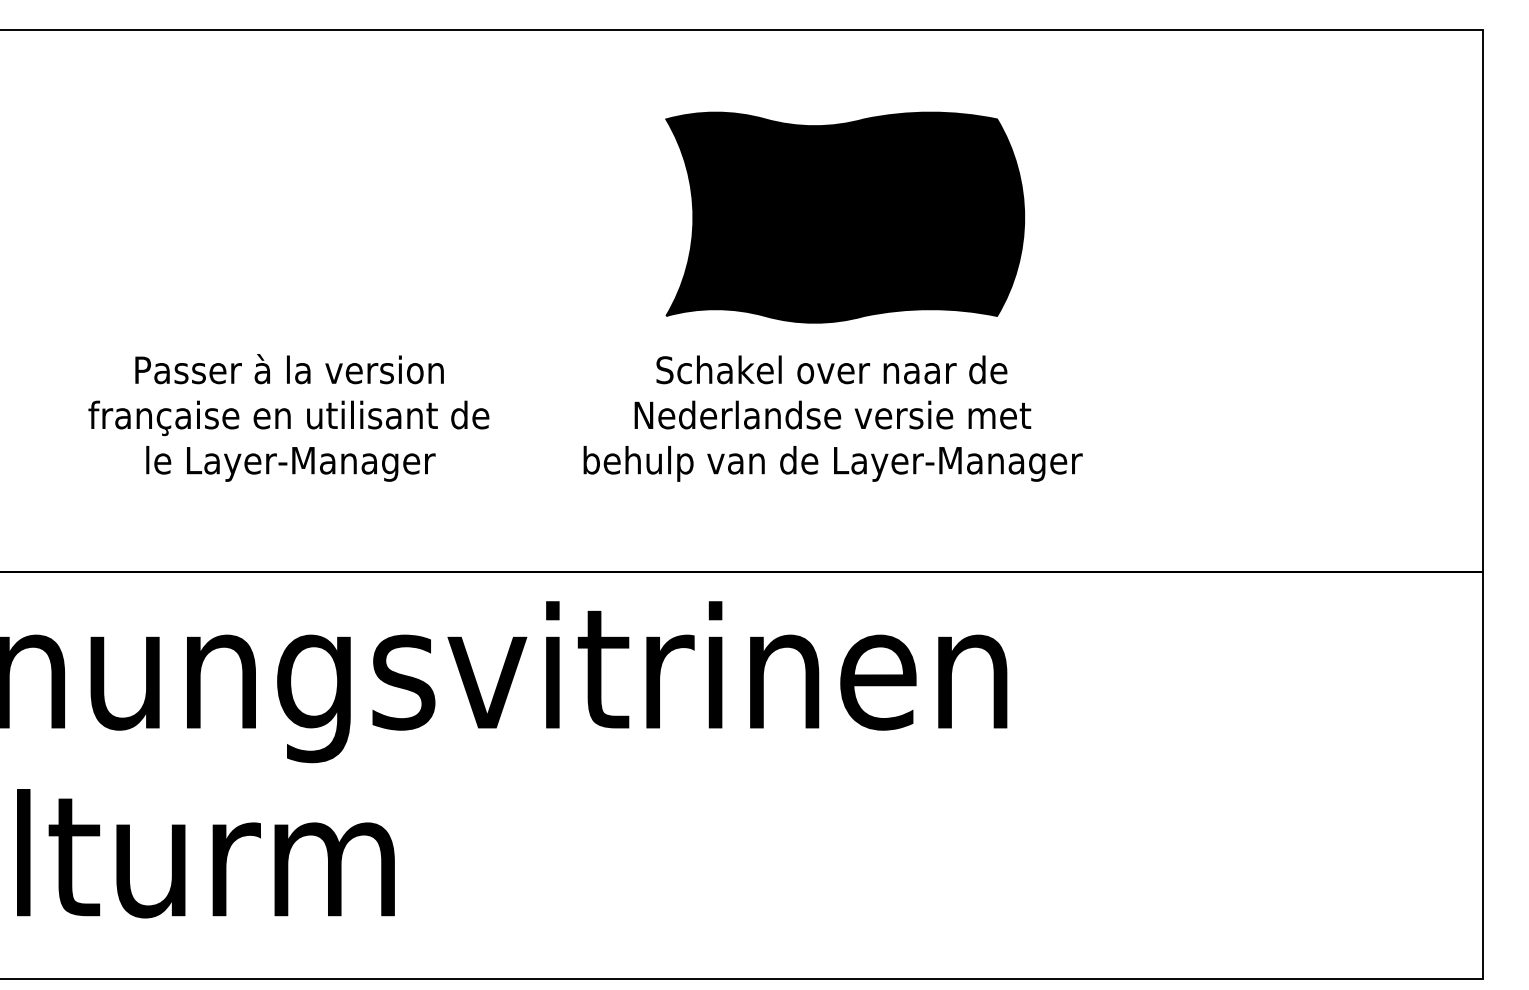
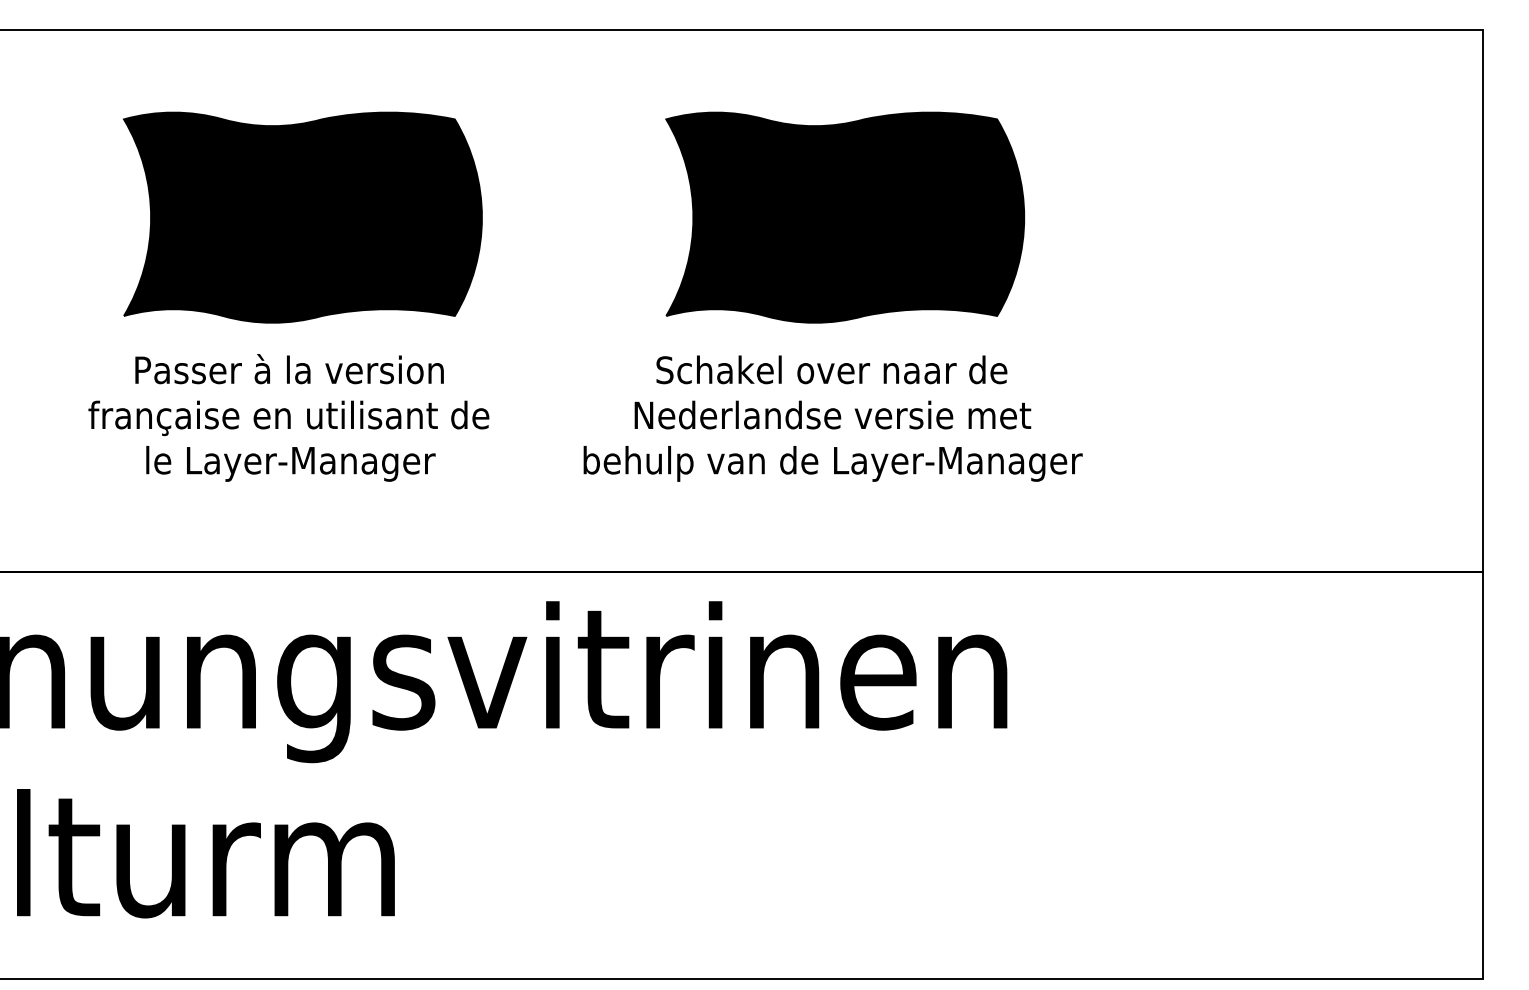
part at (302, 217): none -> present
